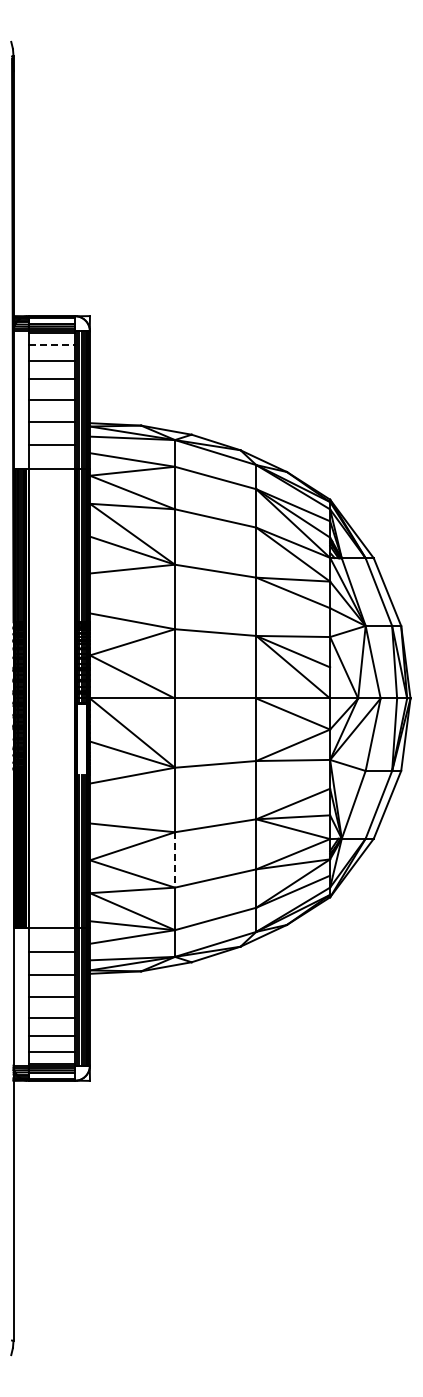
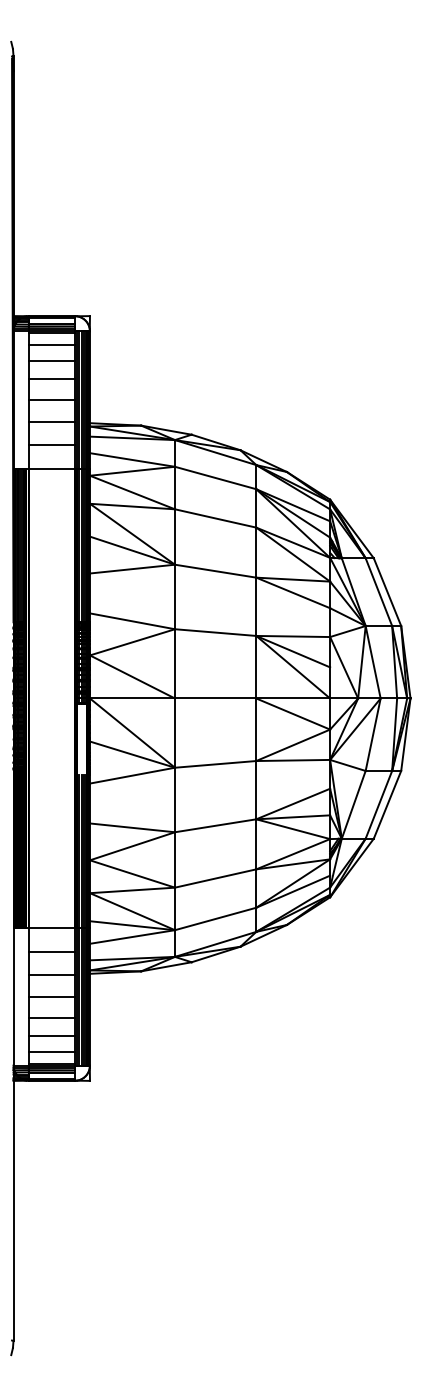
line at (51, 345): dashed -> solid
line at (175, 859): dashed -> solid
